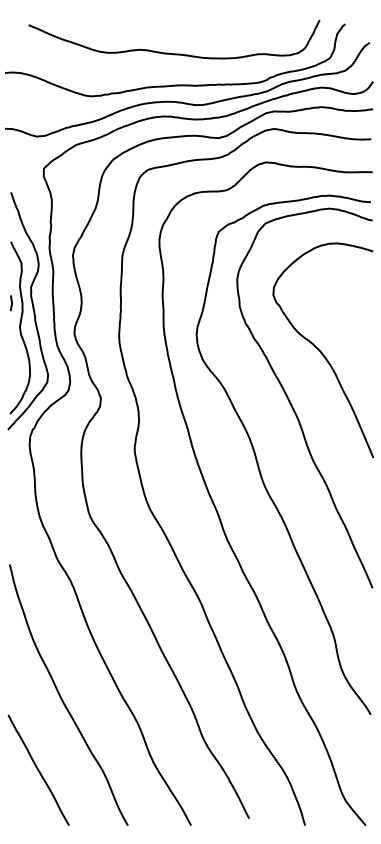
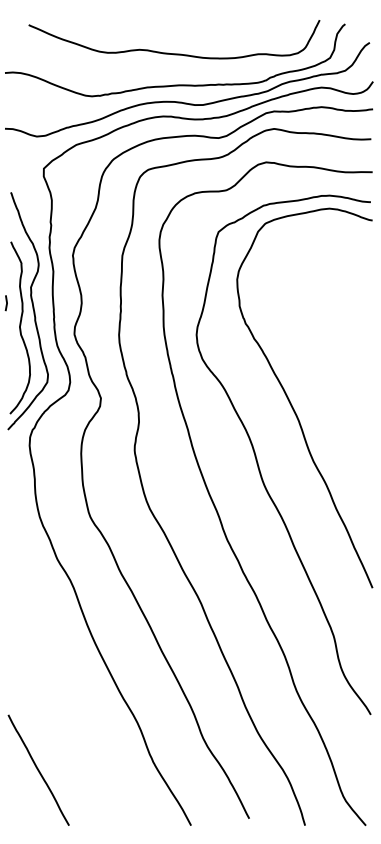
line at (11, 303) position: (11, 303) -> (6, 303)
curve at (321, 351): present -> none
curve at (62, 698): present -> none
